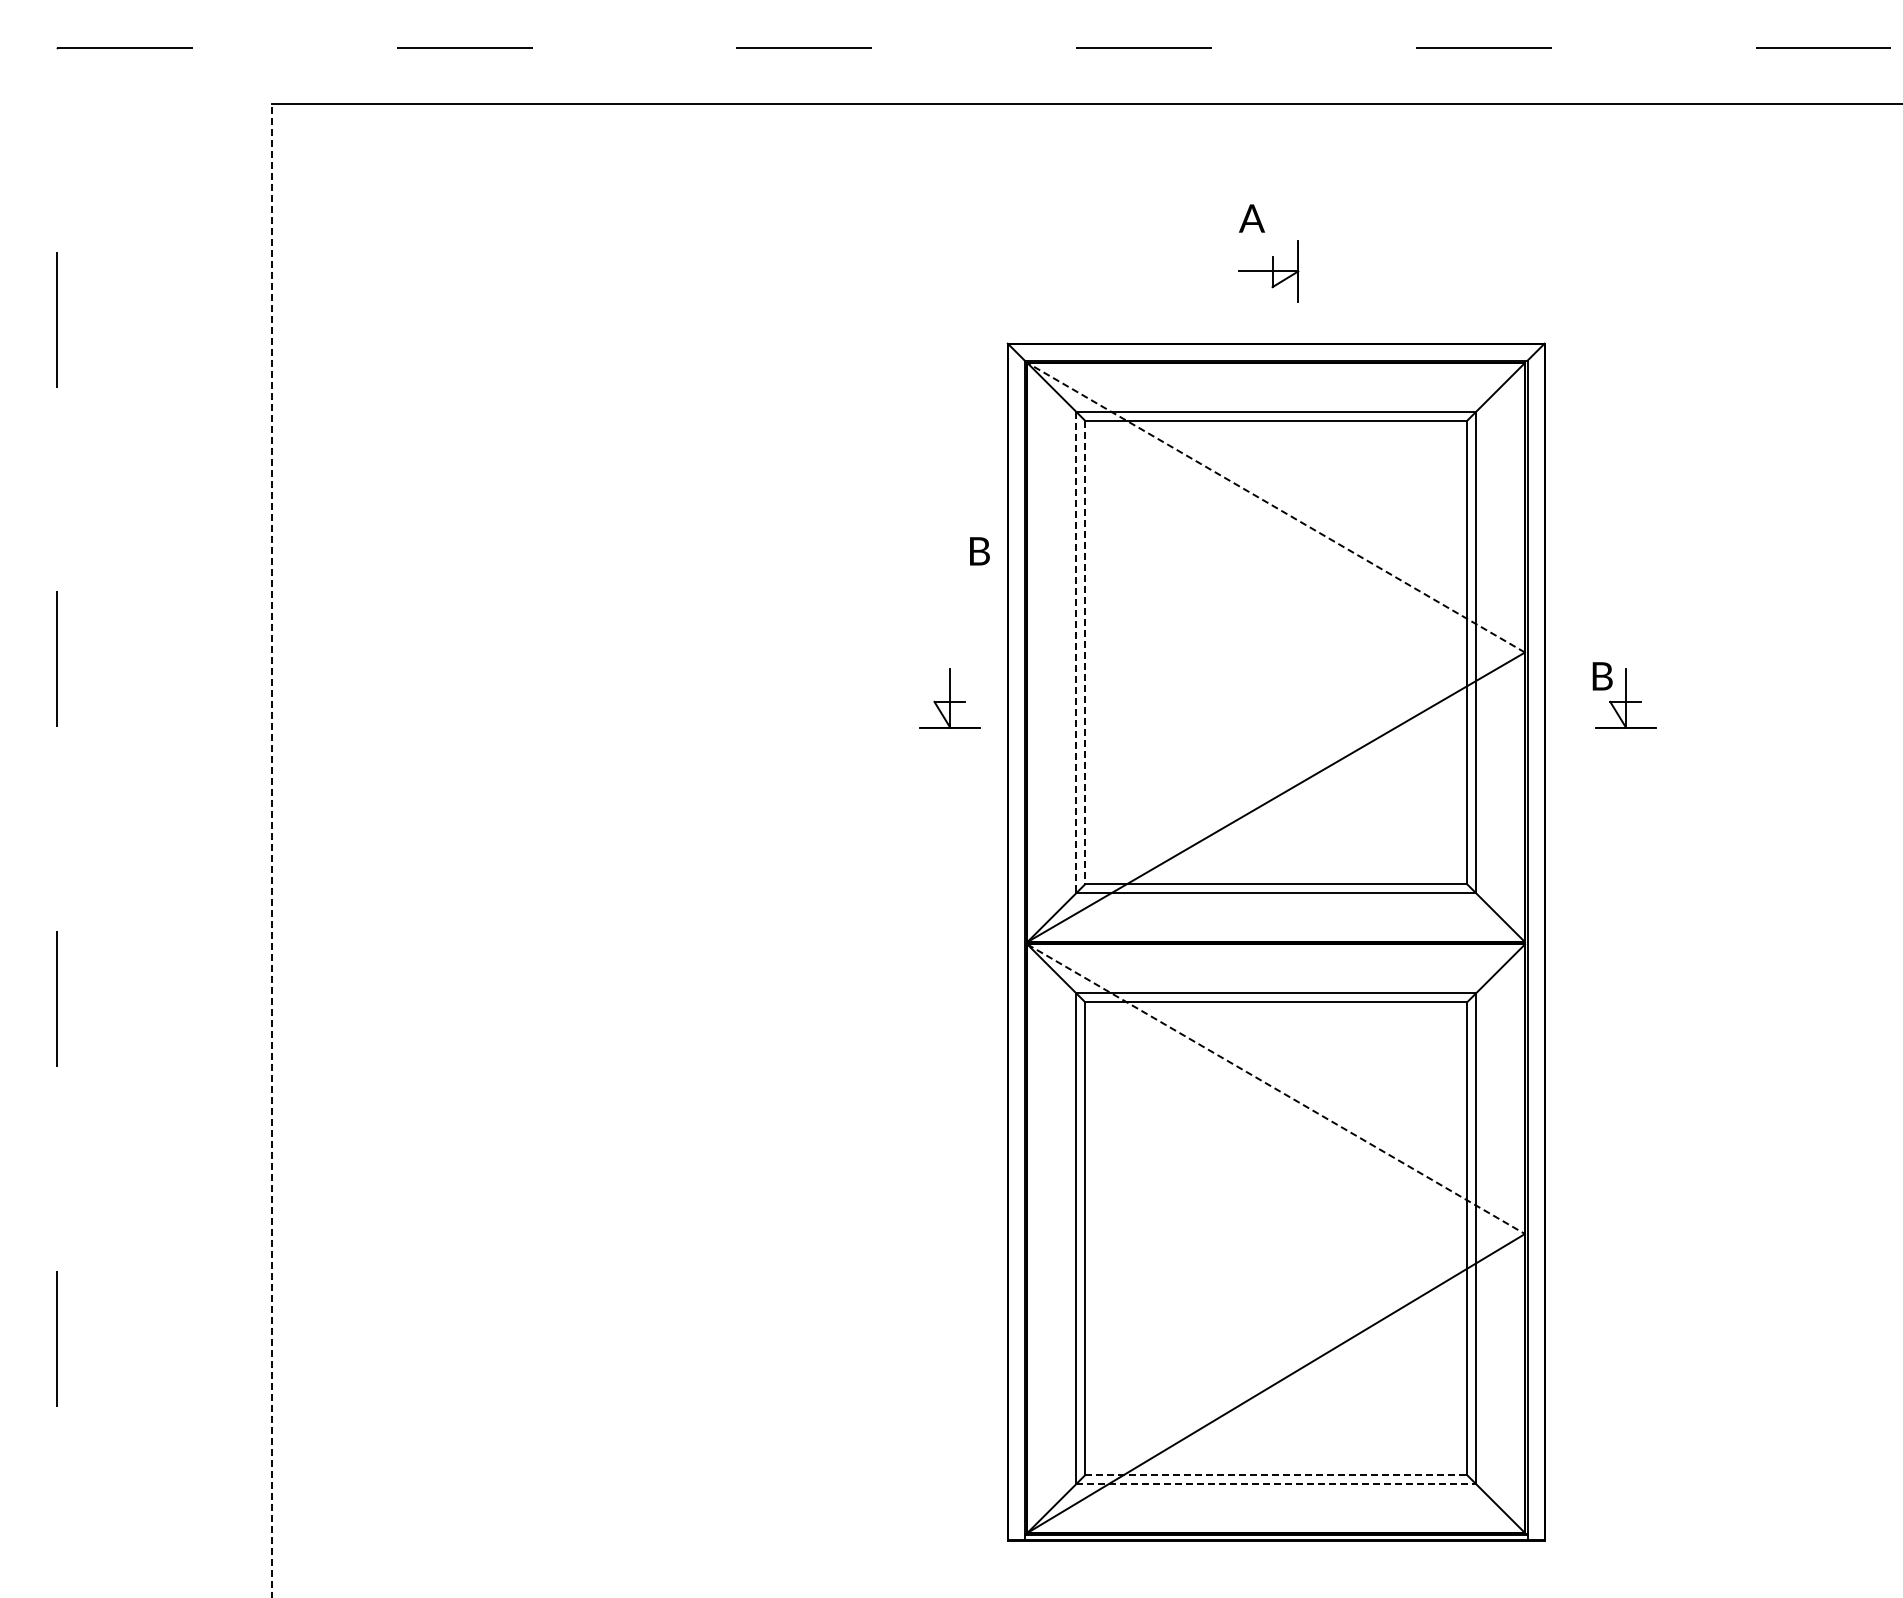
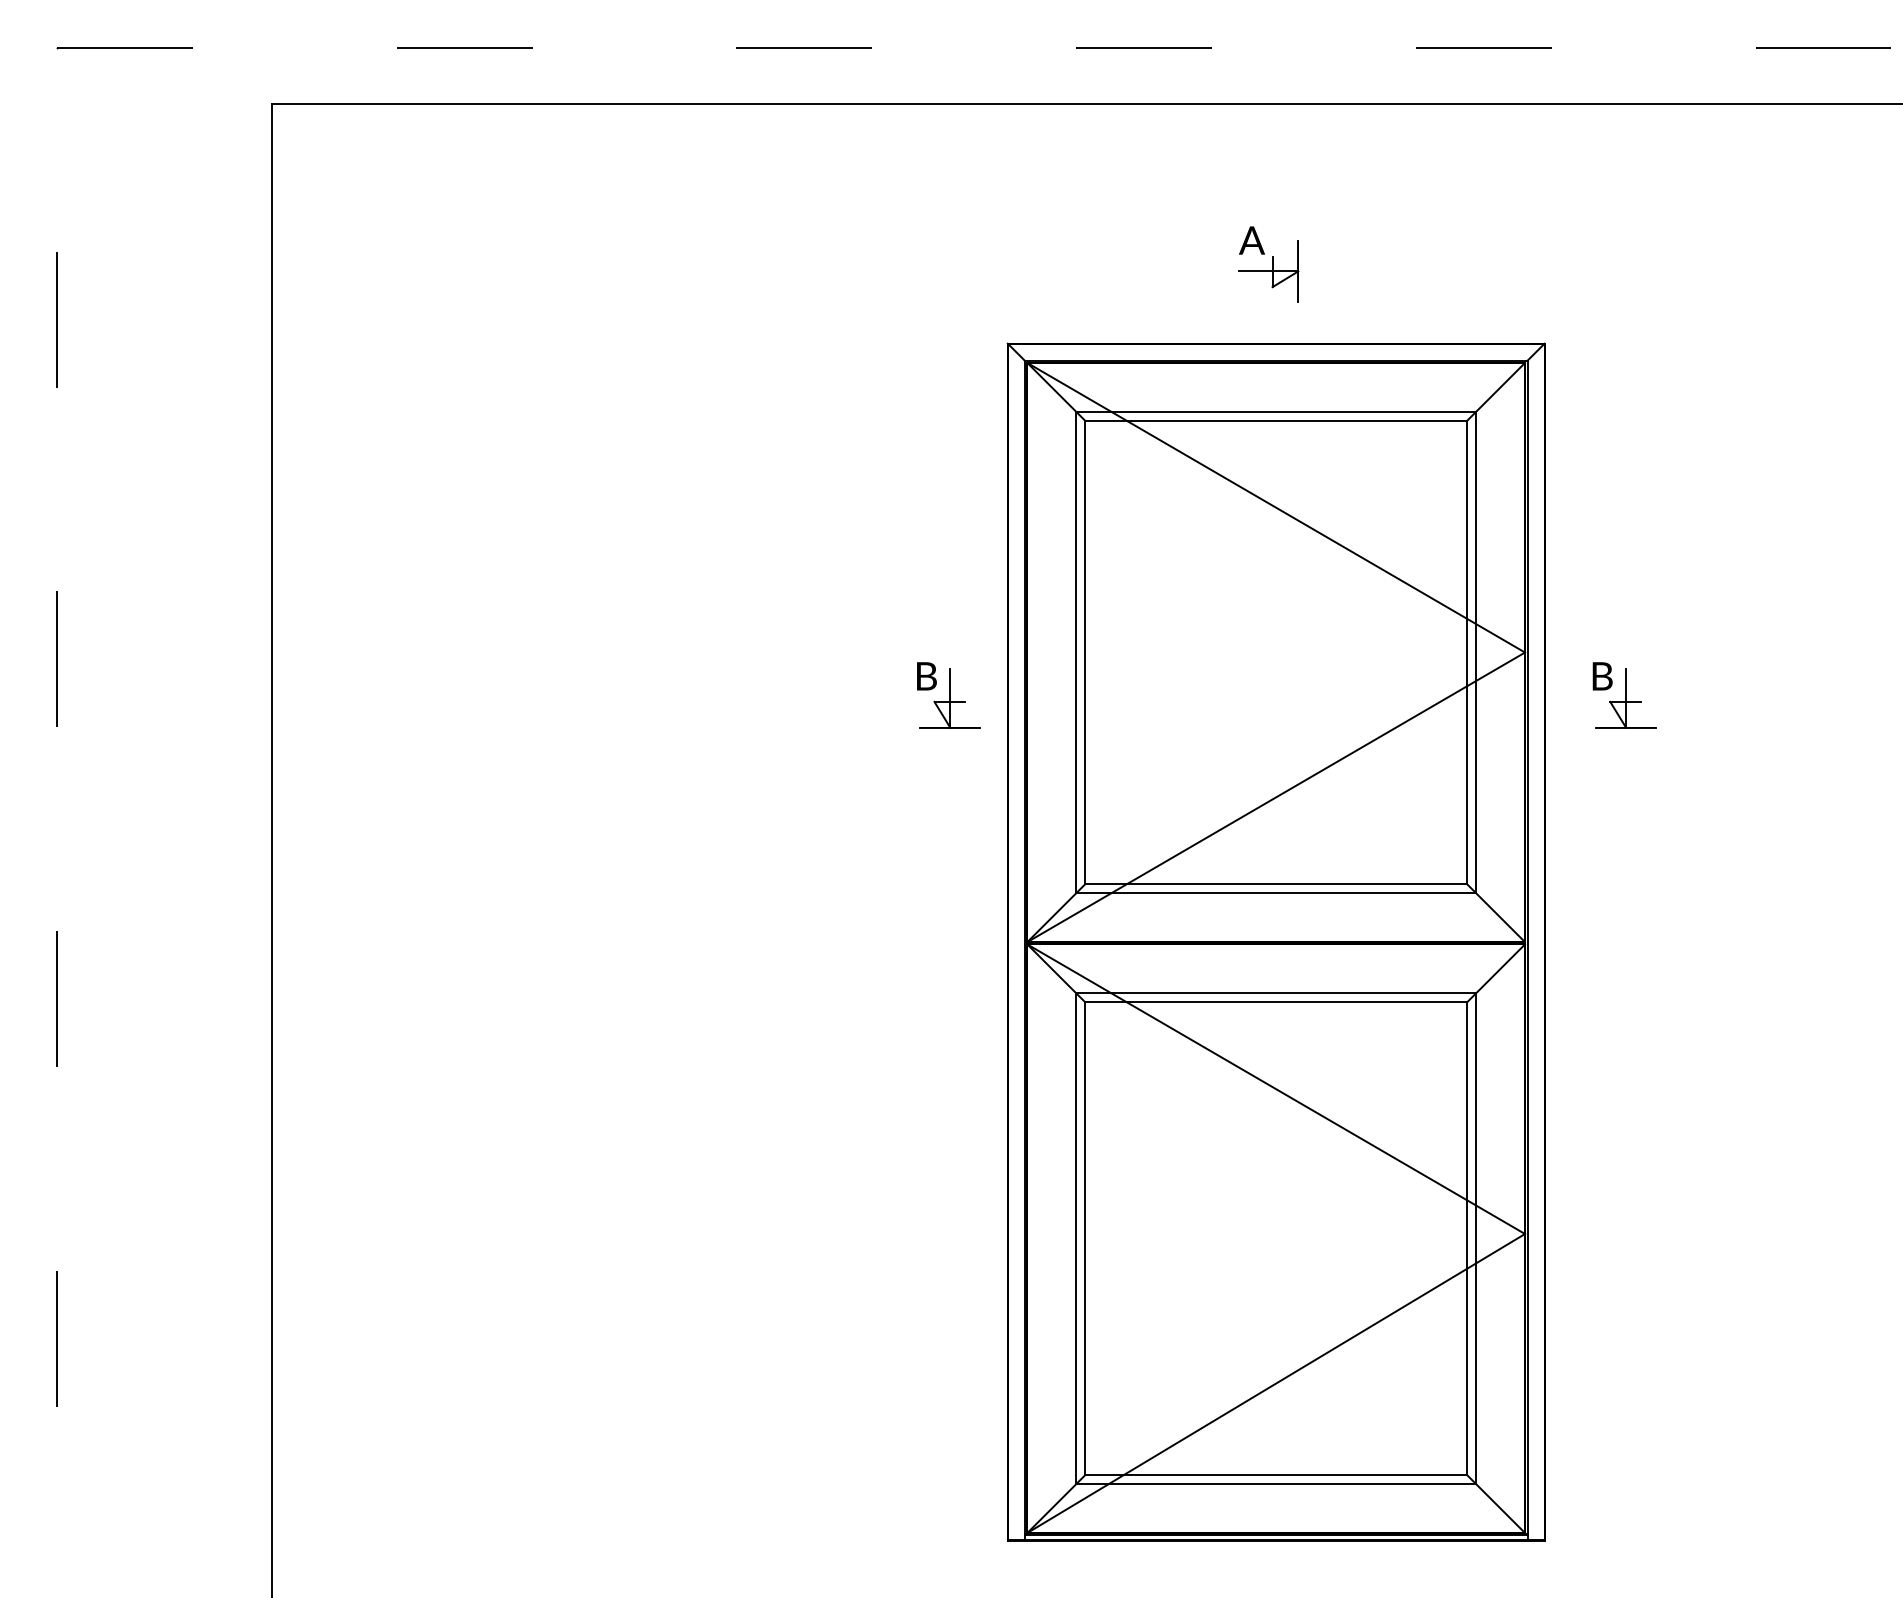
text at (1251, 218) position: (1251, 218) -> (1251, 240)
line at (1276, 507): dashed -> solid
text at (979, 551) position: (979, 551) -> (926, 676)
line at (1076, 652): dashed -> solid
line at (1085, 652): dashed -> solid
line at (272, 850): dashed -> solid
line at (1276, 1089): dashed -> solid
line at (1276, 1475): dashed -> solid
line at (1276, 1484): dashed -> solid
